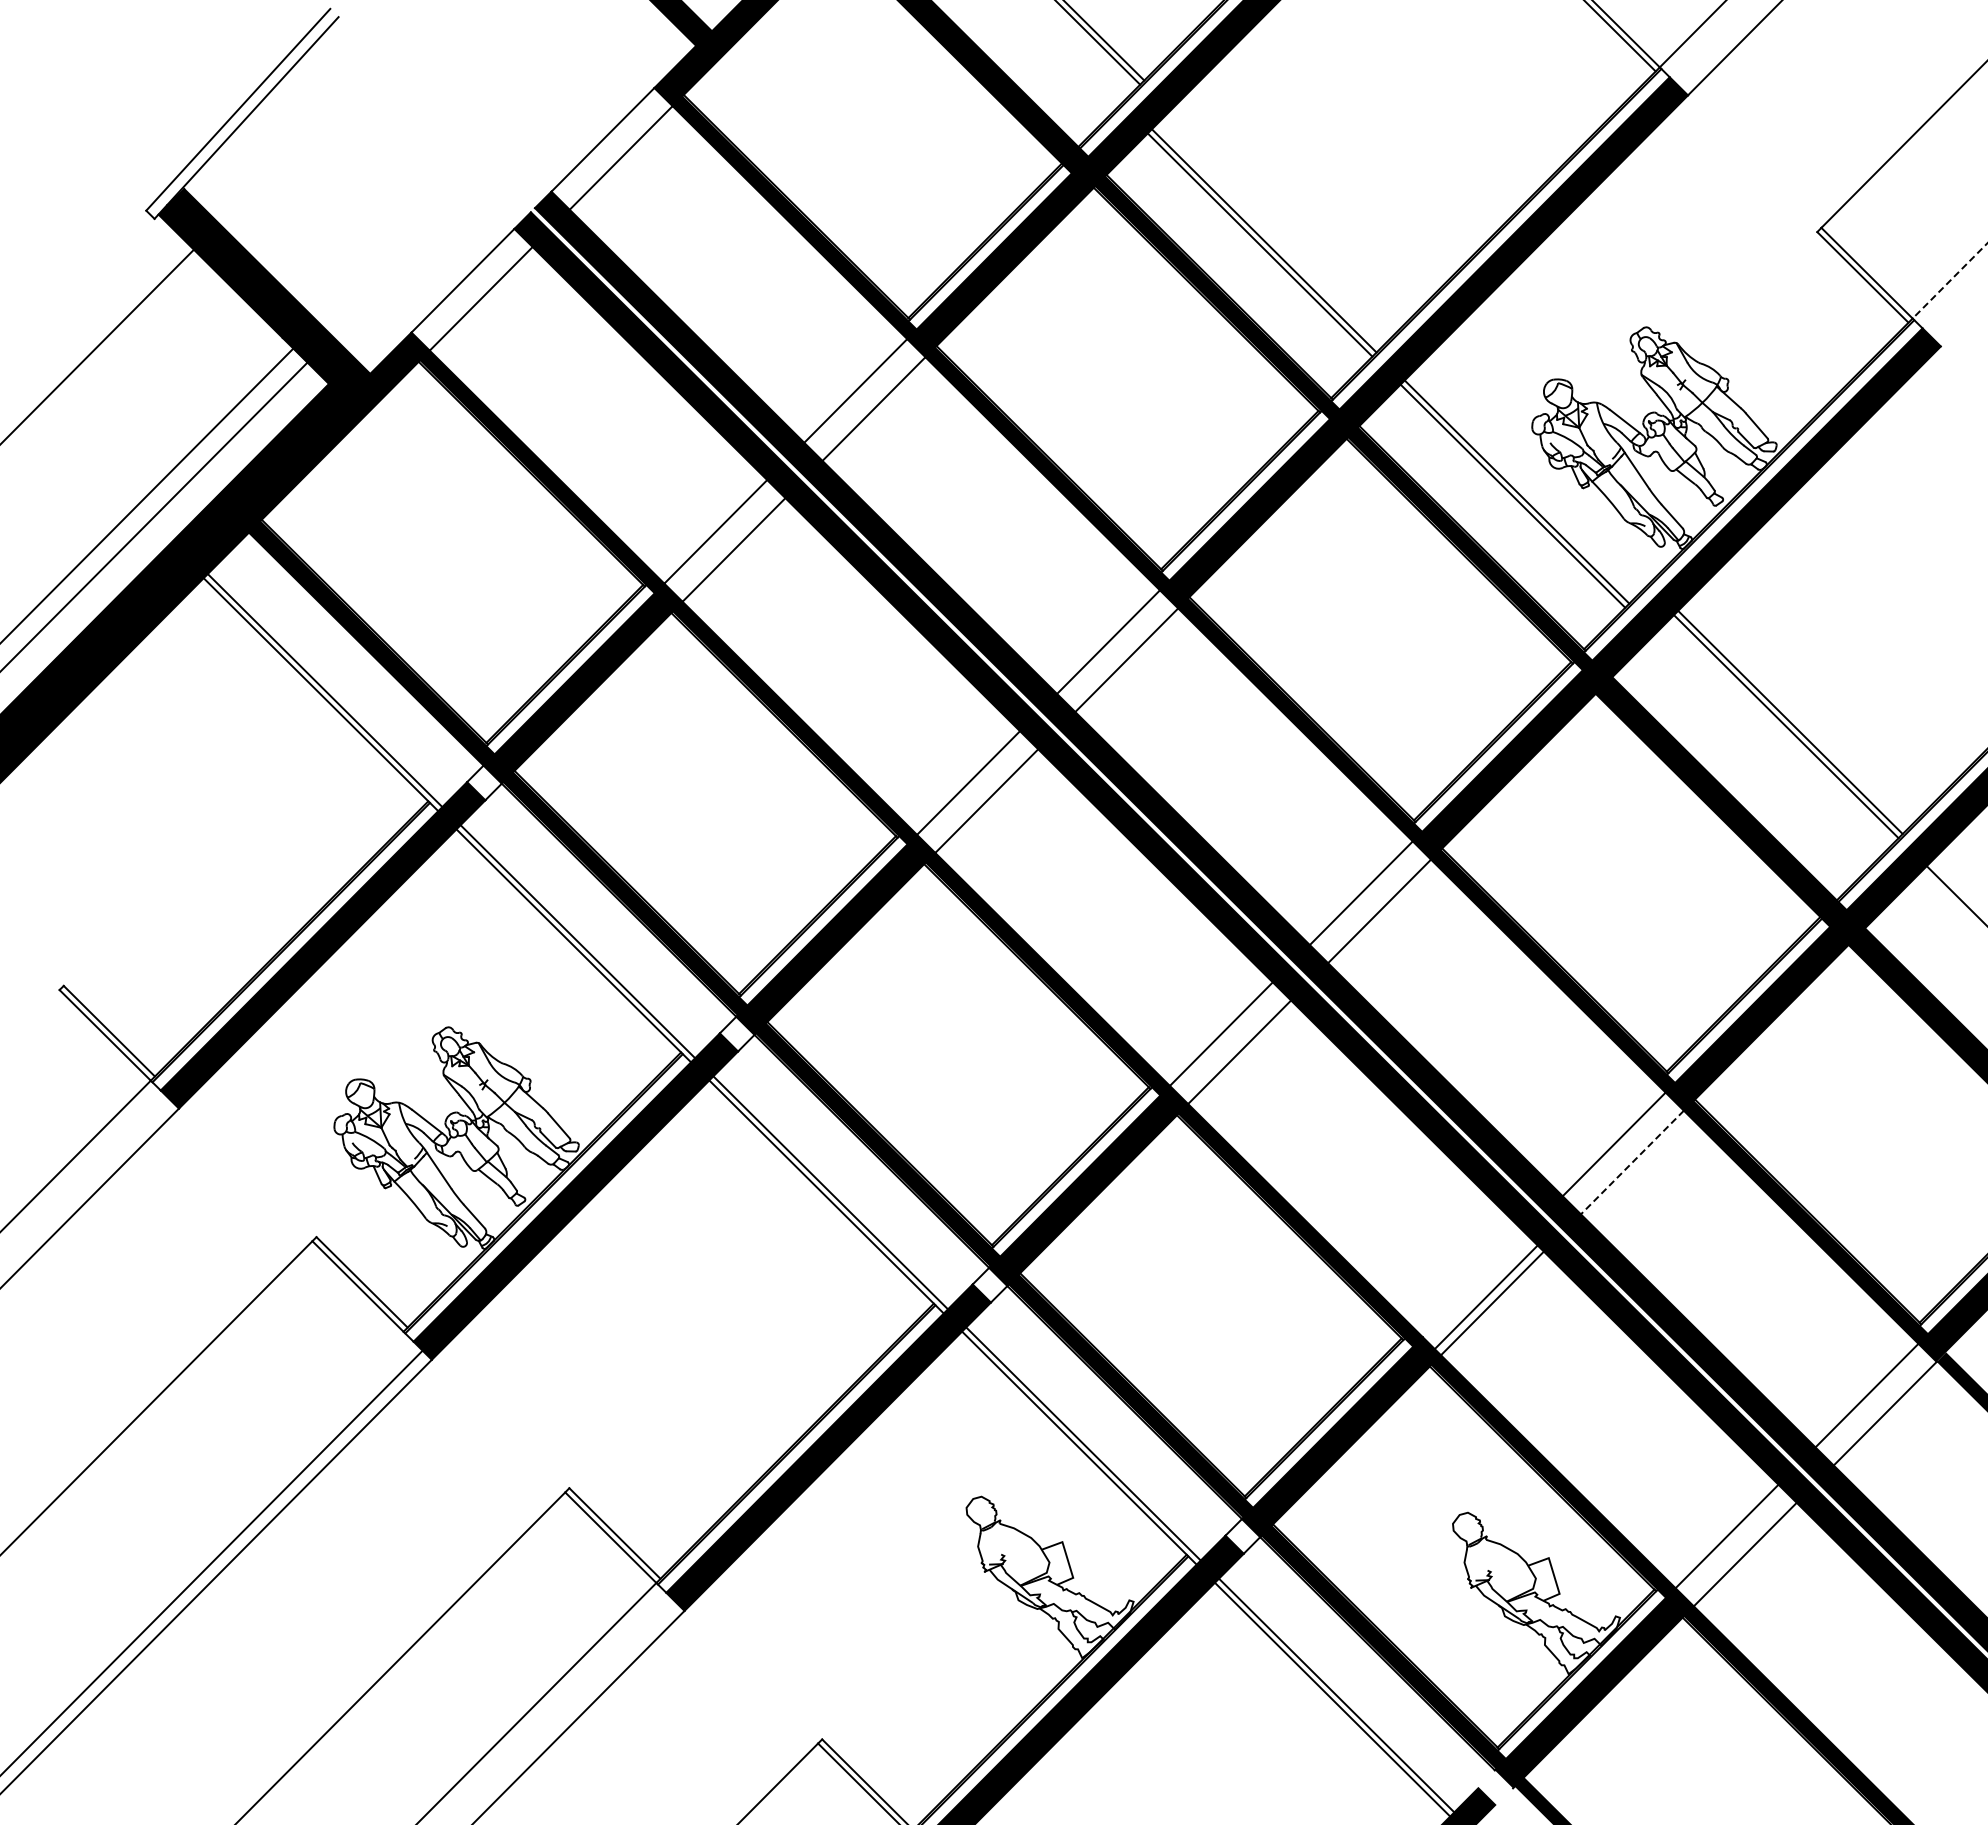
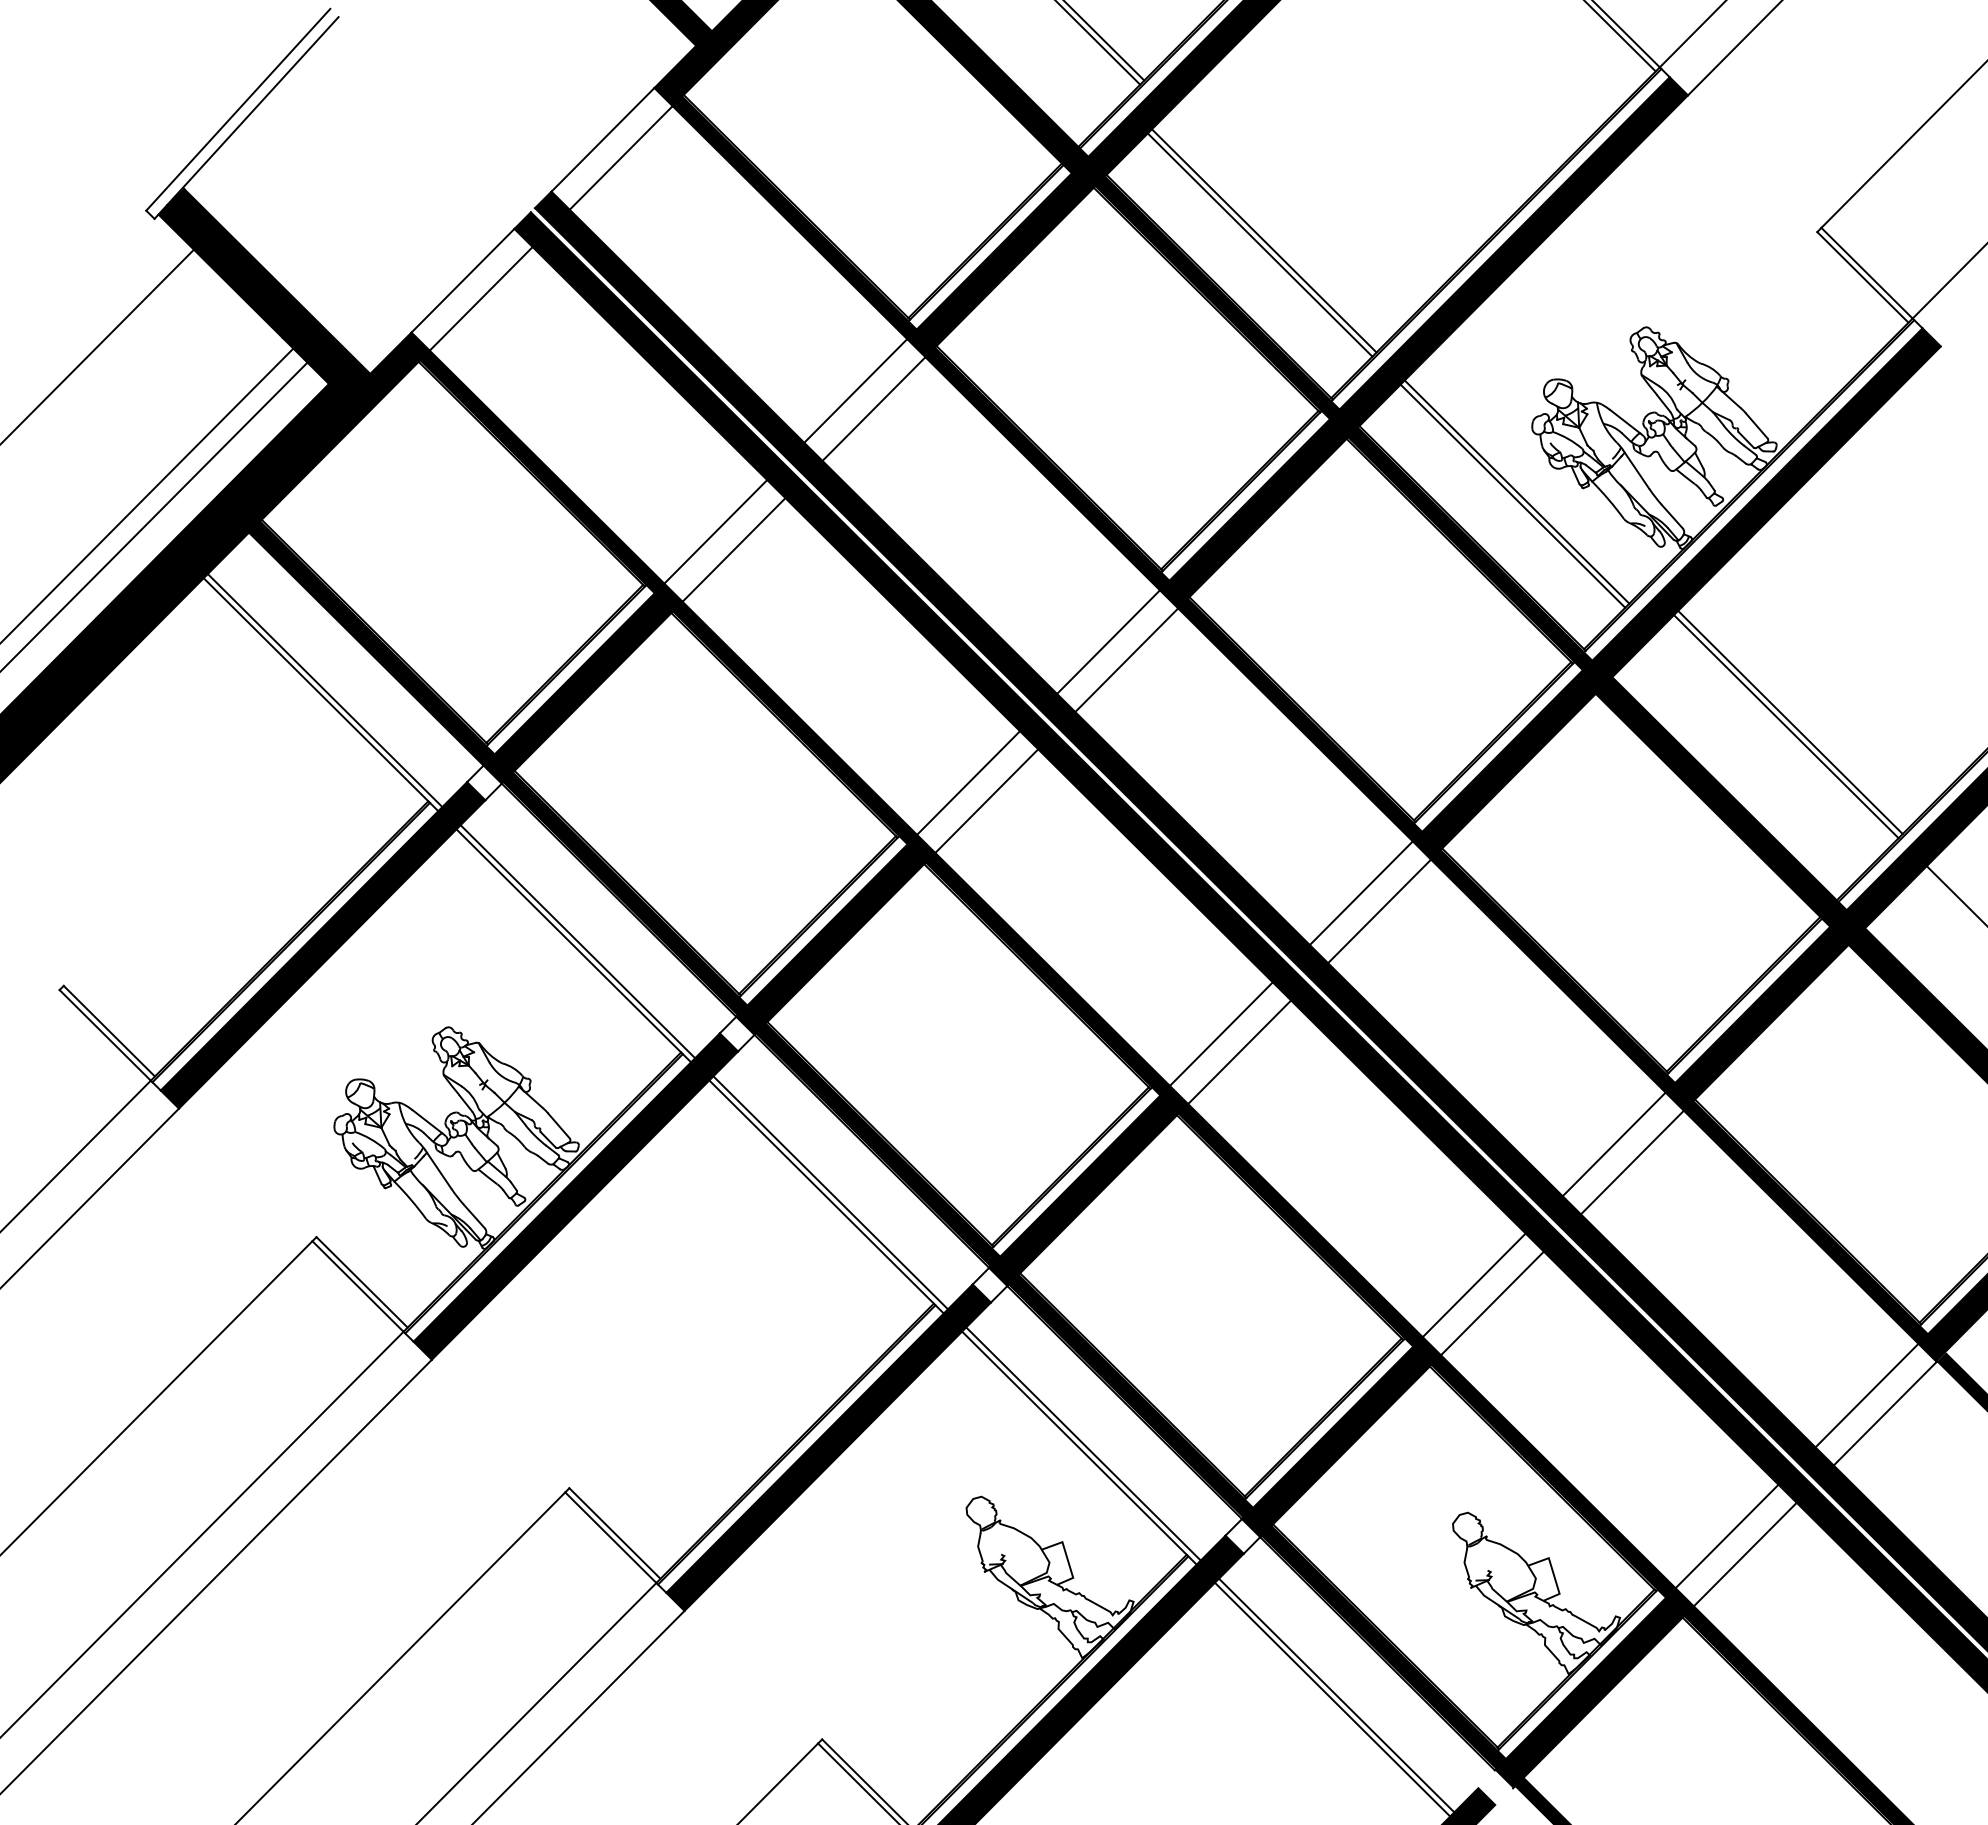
line at (1950, 280): dashed -> solid
line at (1632, 1162): dashed -> solid
line at (1485, 1297) position: (1485, 1297) -> (1473, 1285)
line at (212, 1561) position: (212, 1561) -> (202, 1533)
